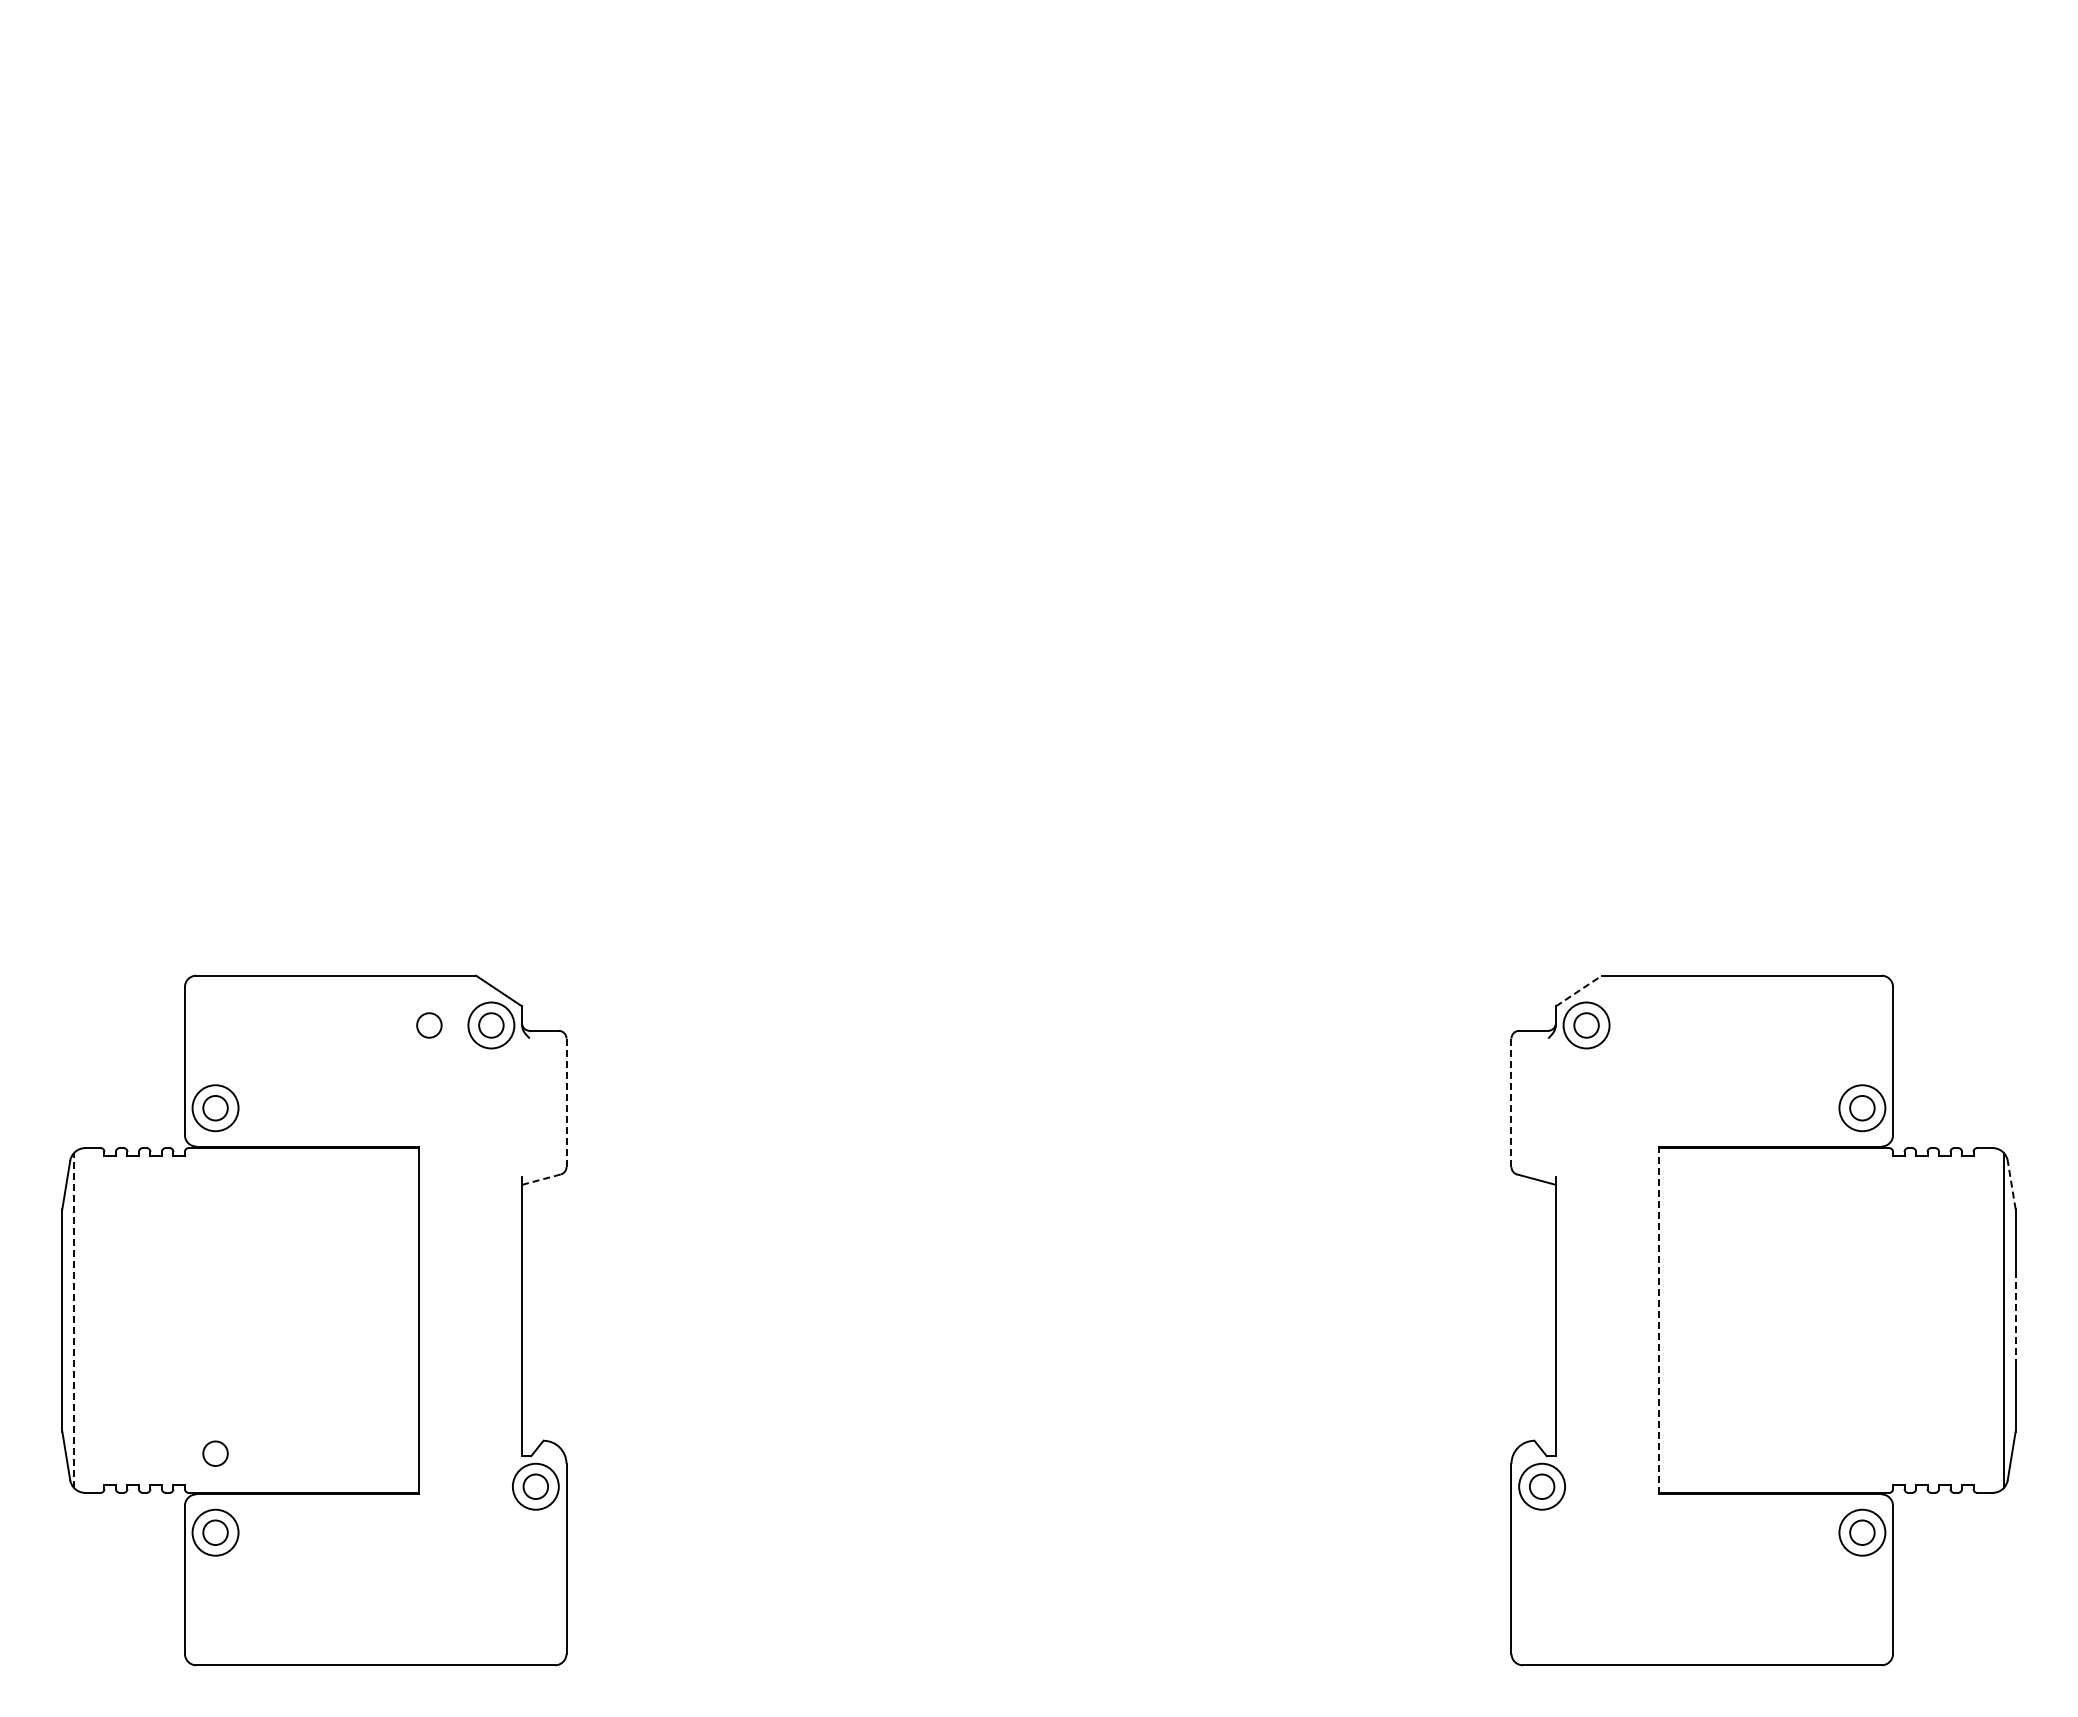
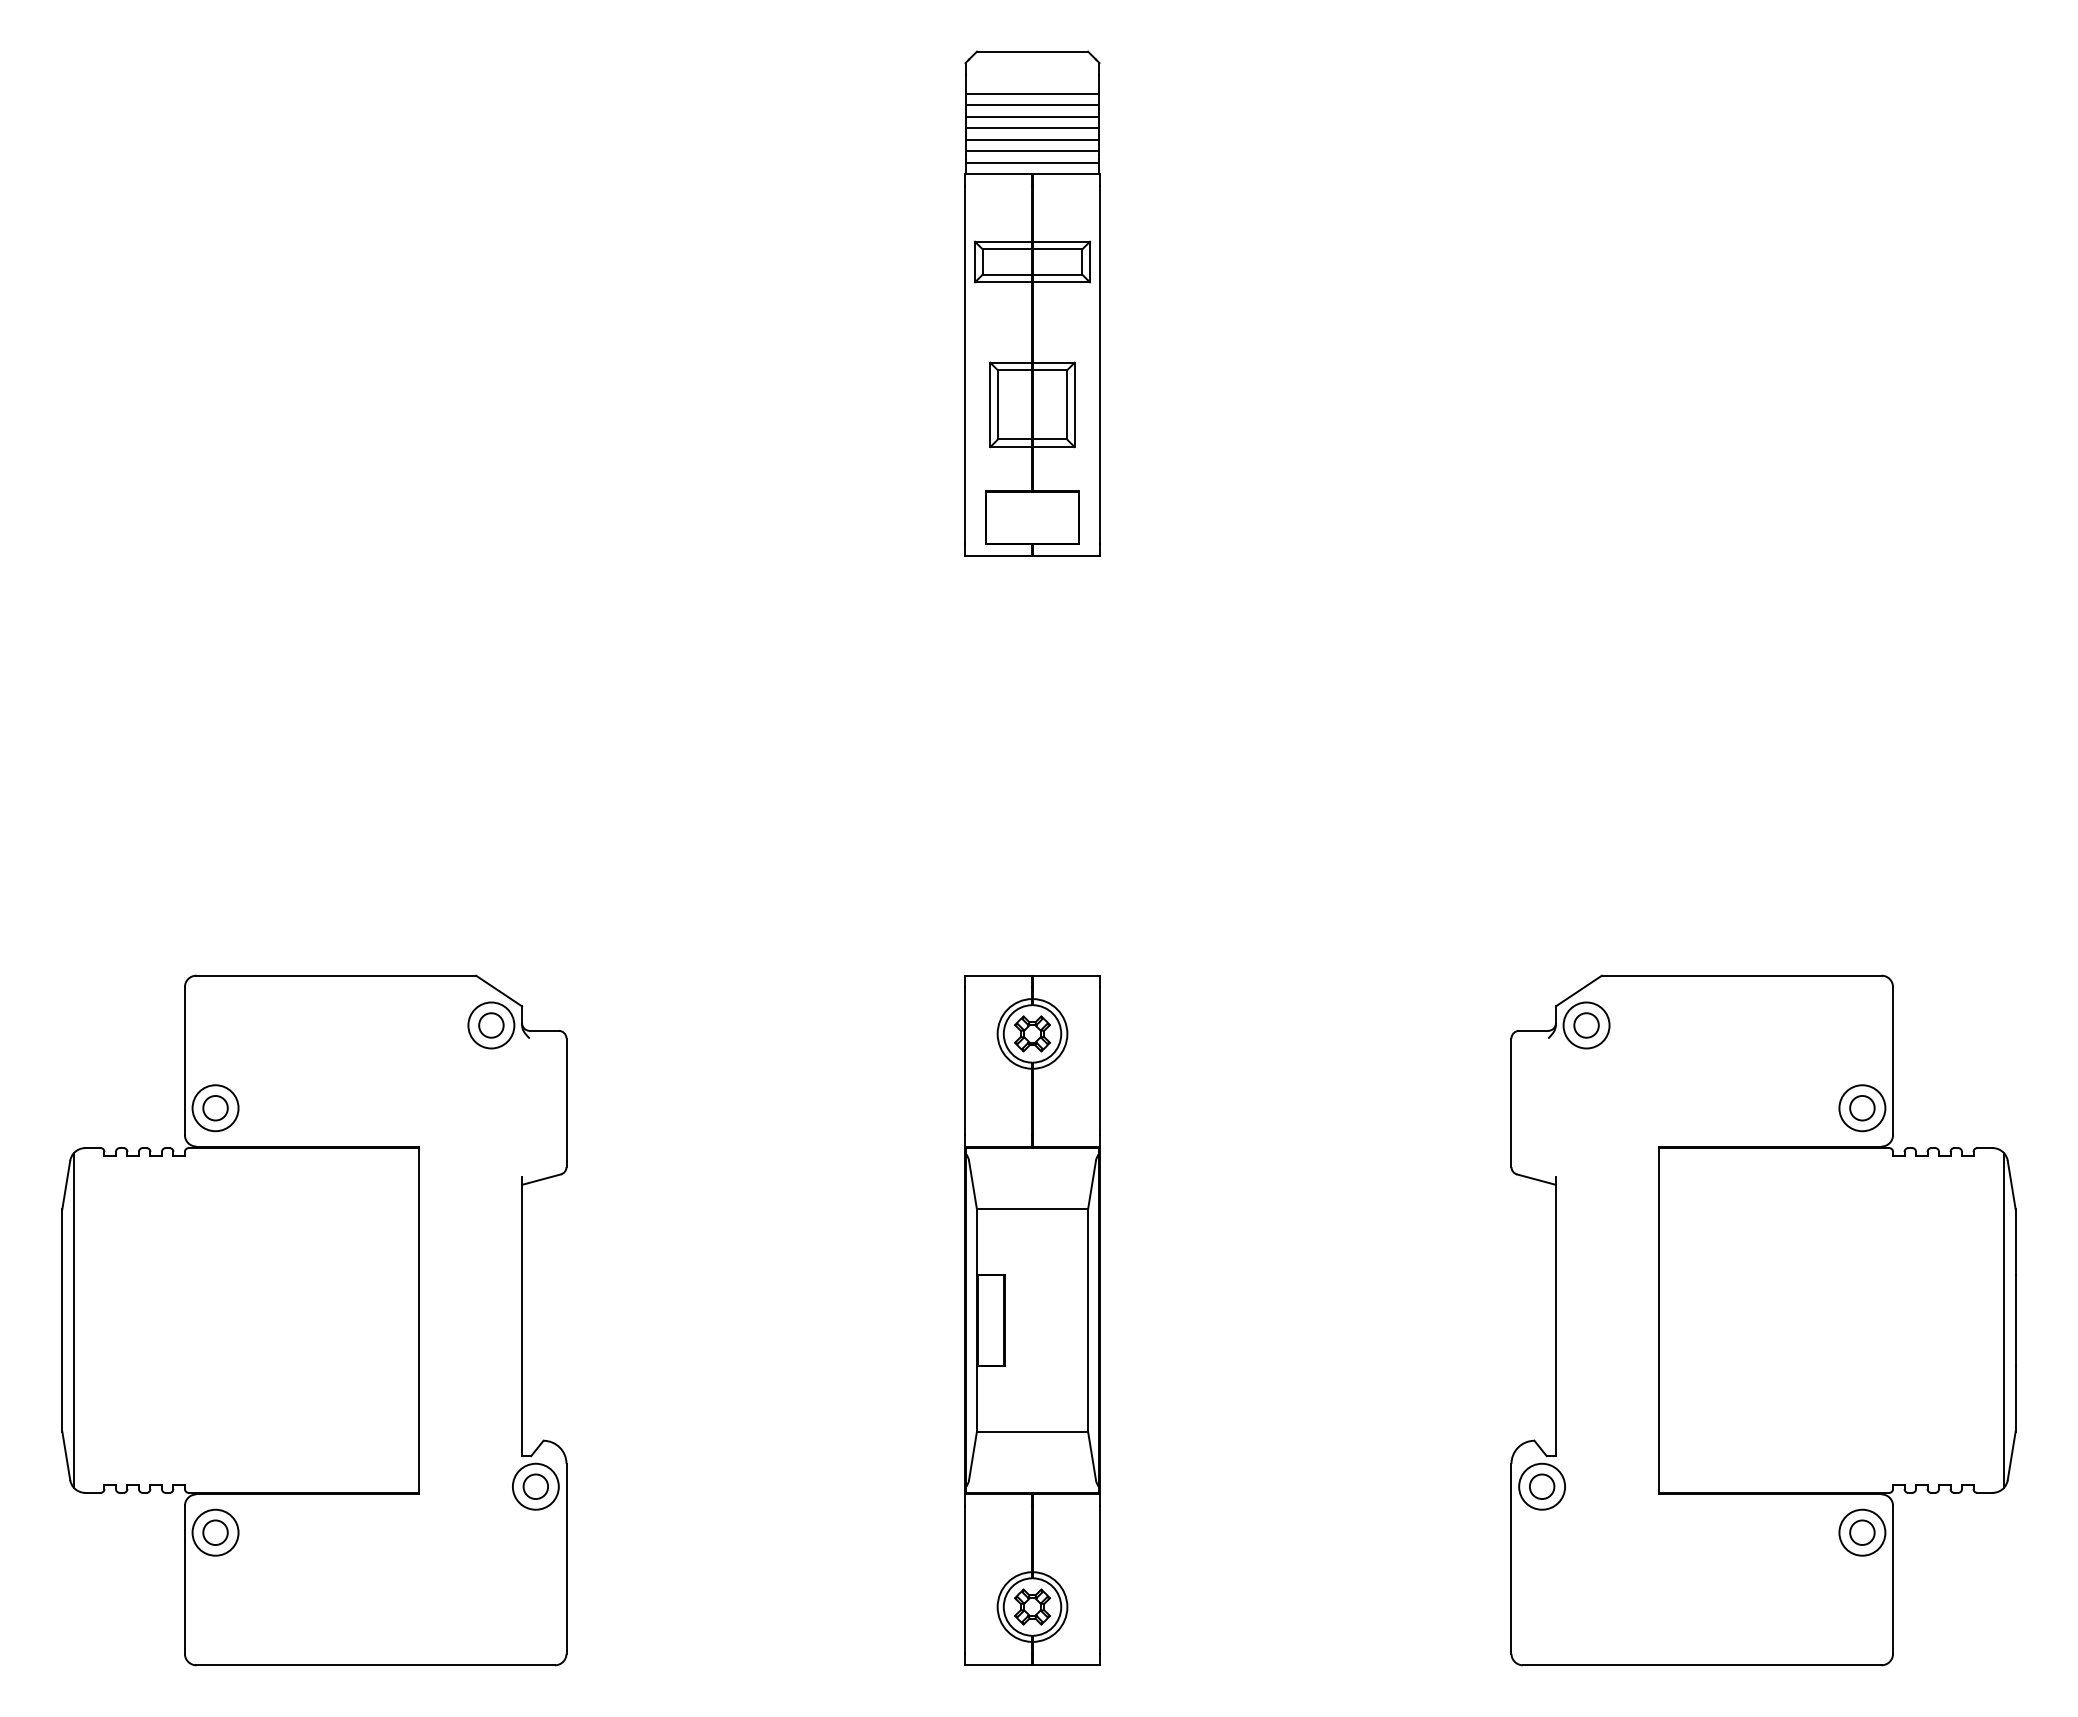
part at (1032, 303): none -> present
line at (1578, 991): dashed -> solid
circle at (429, 1025): present -> none
line at (566, 1102): dashed -> solid
line at (1511, 1103): dashed -> solid
line at (541, 1179): dashed -> solid
line at (2011, 1185): dashed -> solid
line at (73, 1319): dashed -> solid
part at (1032, 1320): none -> present
line at (1659, 1320): dashed -> solid
line at (2015, 1320): dashed -> solid
circle at (215, 1453): present -> none
